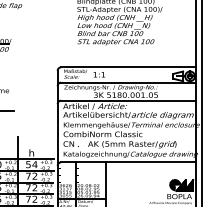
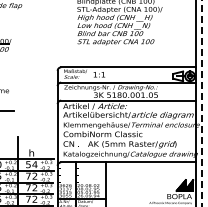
line at (201, 103): solid -> dashed
hatch at (175, 184): present -> none
